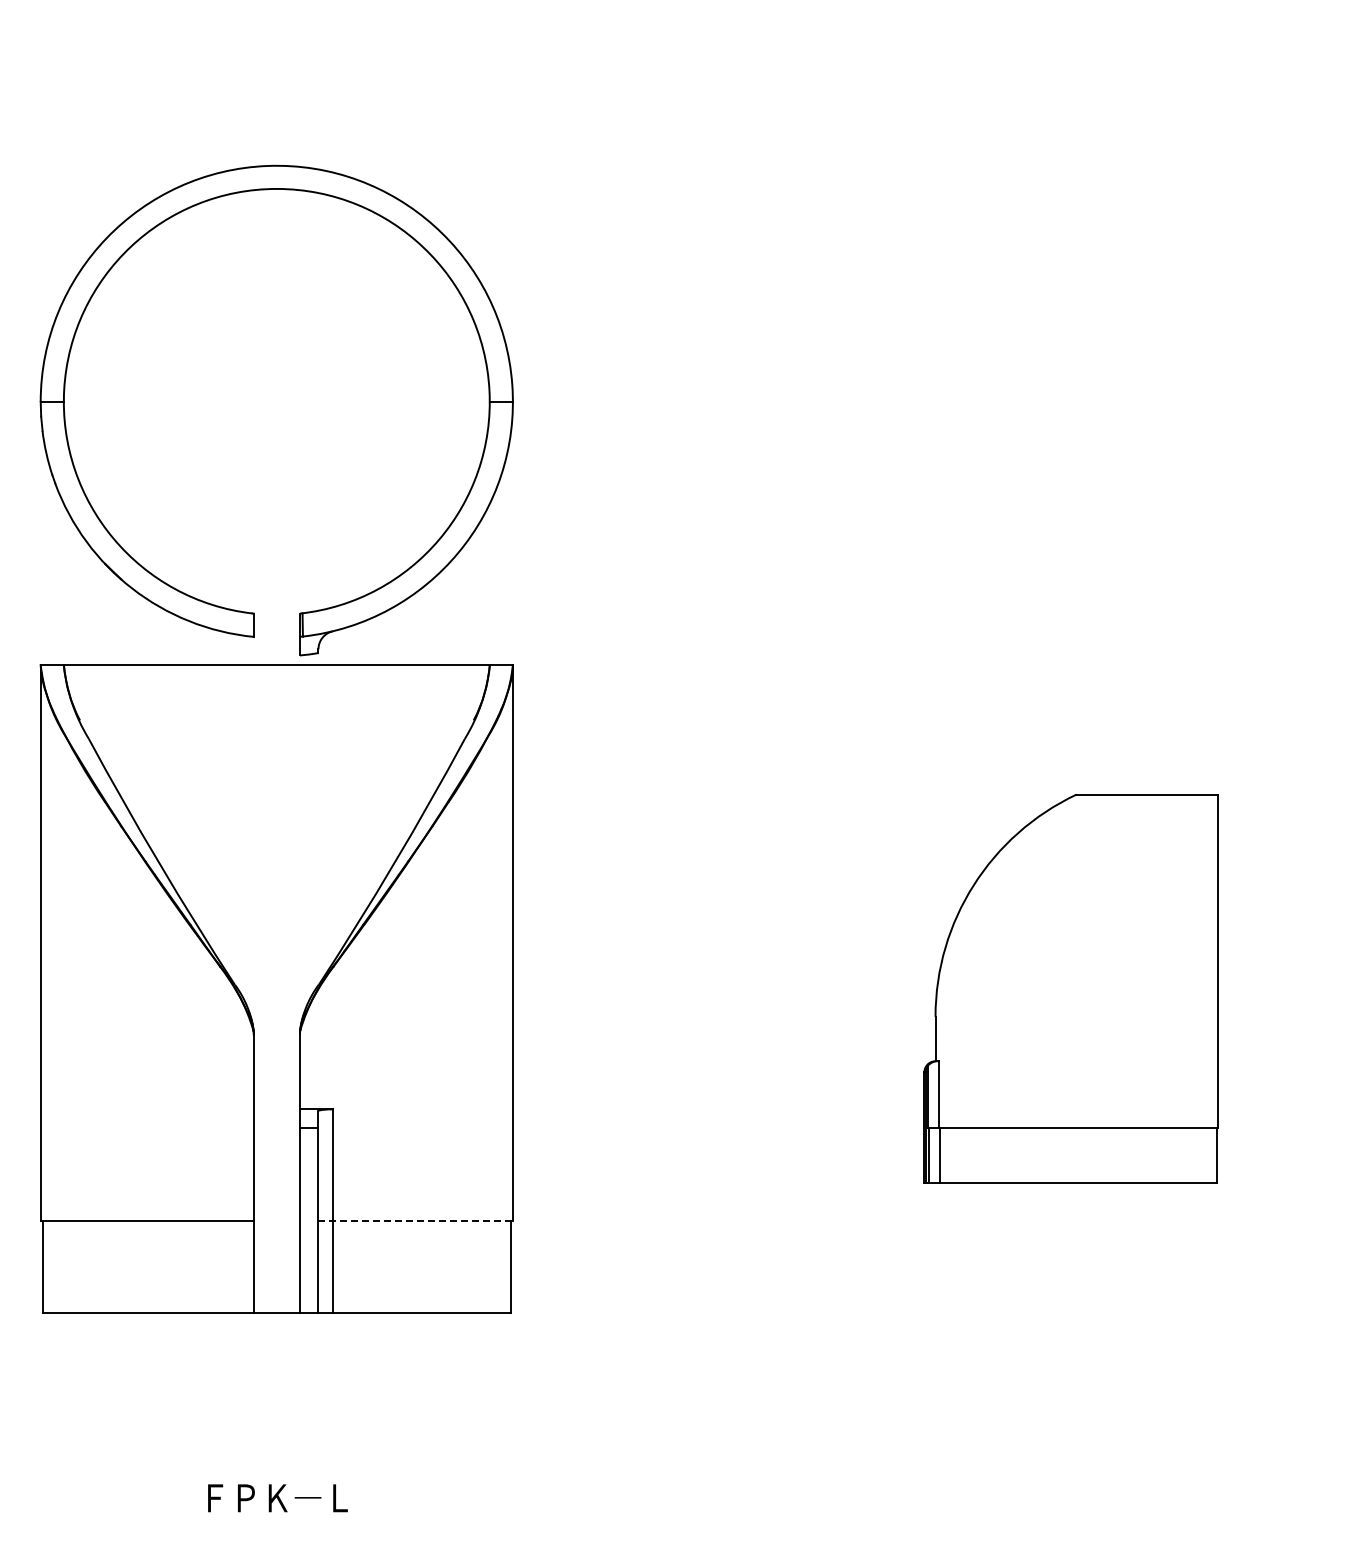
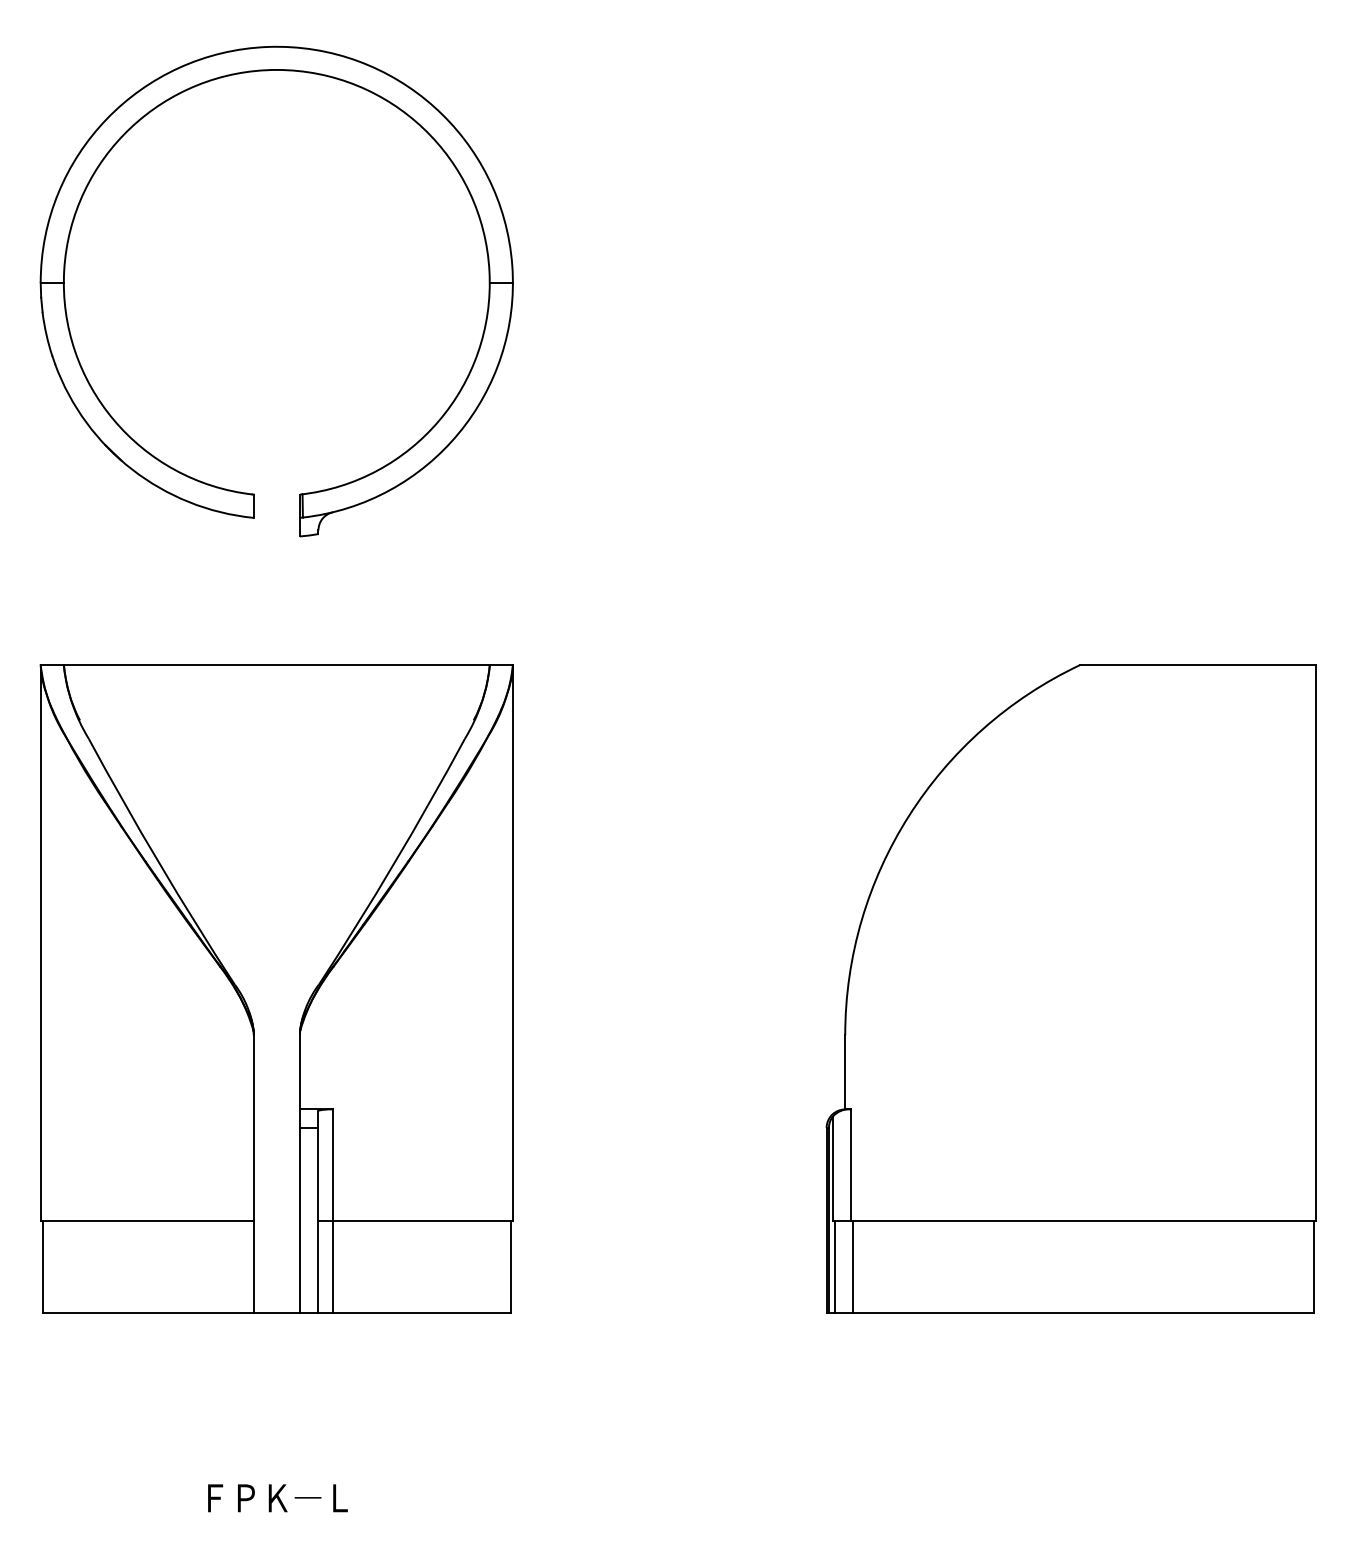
part at (235, 609) position: (235, 609) -> (235, 490)
part at (1070, 988) size: 296x390 px -> 492x650 px
line at (416, 1220): dashed -> solid
